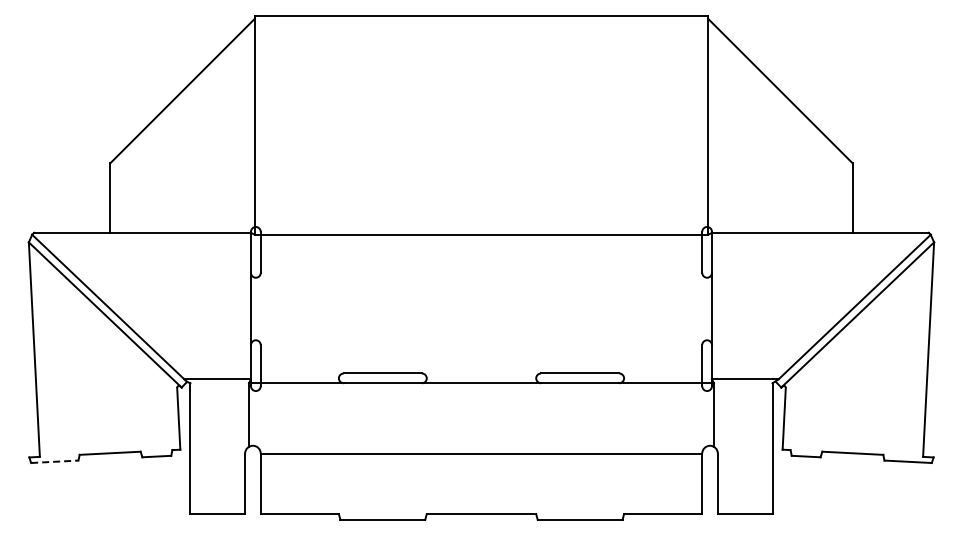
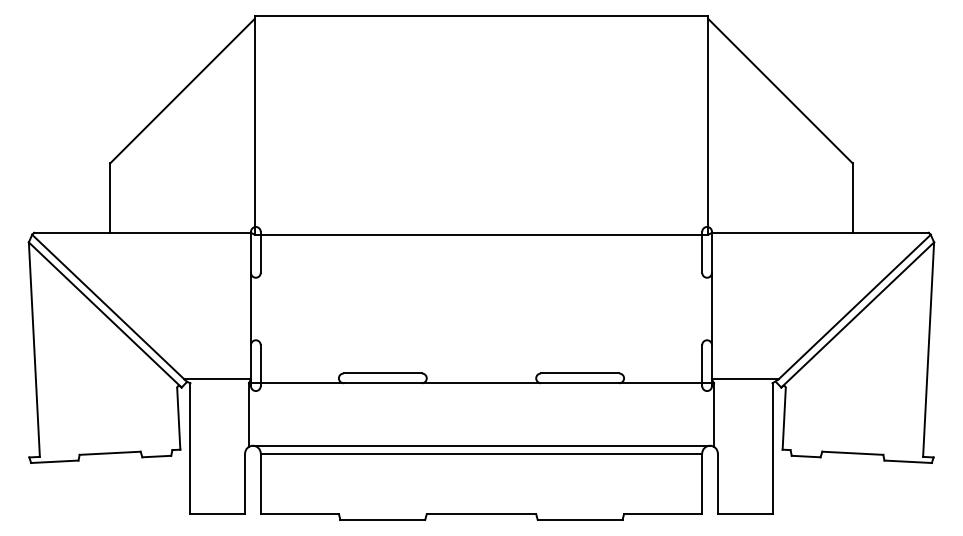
line at (481, 445): none -> present
line at (54, 461): dashed -> solid
